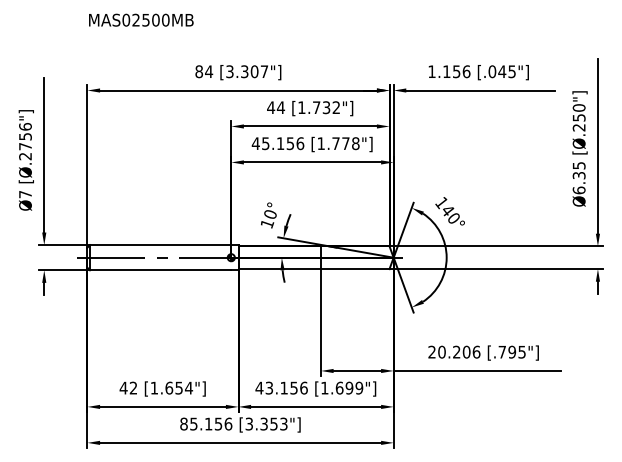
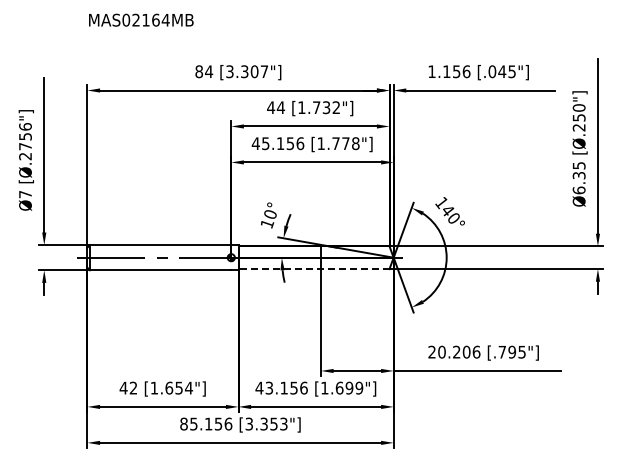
text at (155, 19): MAS02500MB -> MAS02164MB
line at (314, 269): solid -> dashed
